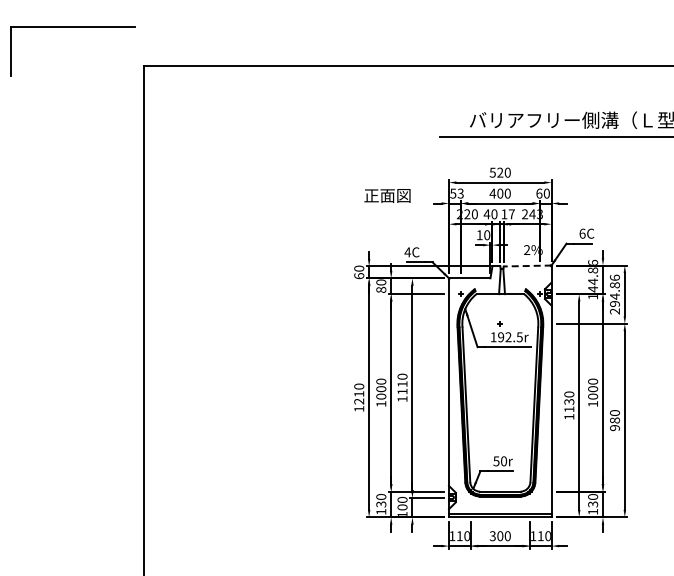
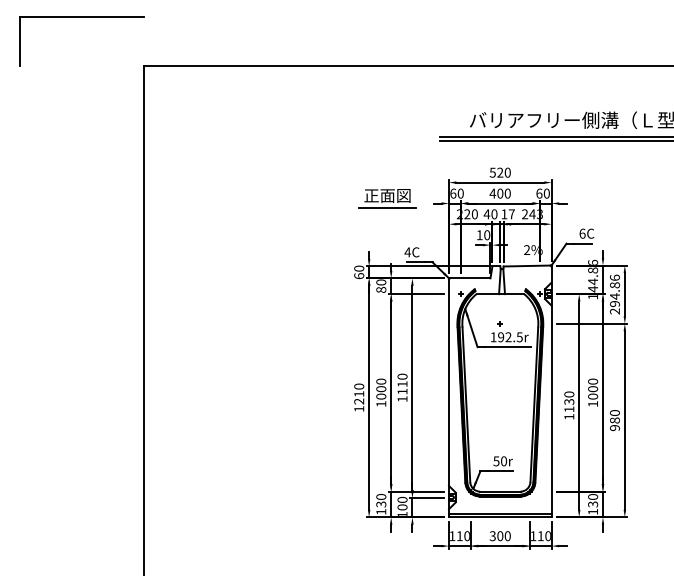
part at (72, 27) position: (72, 27) -> (81, 17)
line at (554, 140): none -> present
text at (456, 193): 53 -> 60
line at (387, 208): none -> present
line at (527, 266): dashed -> solid
